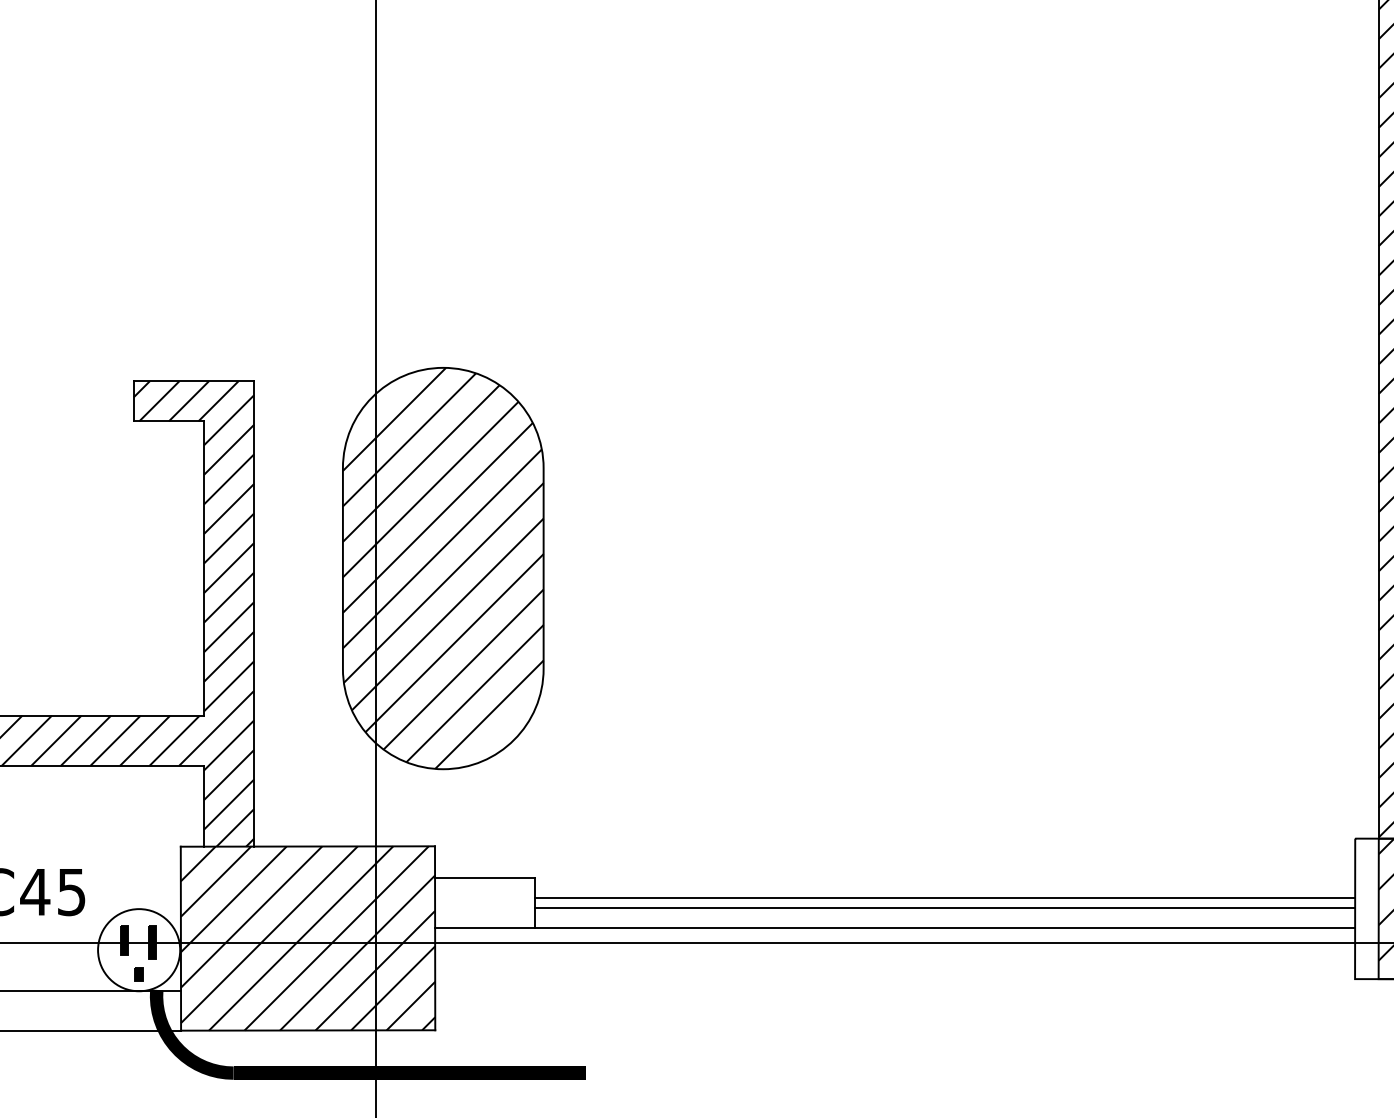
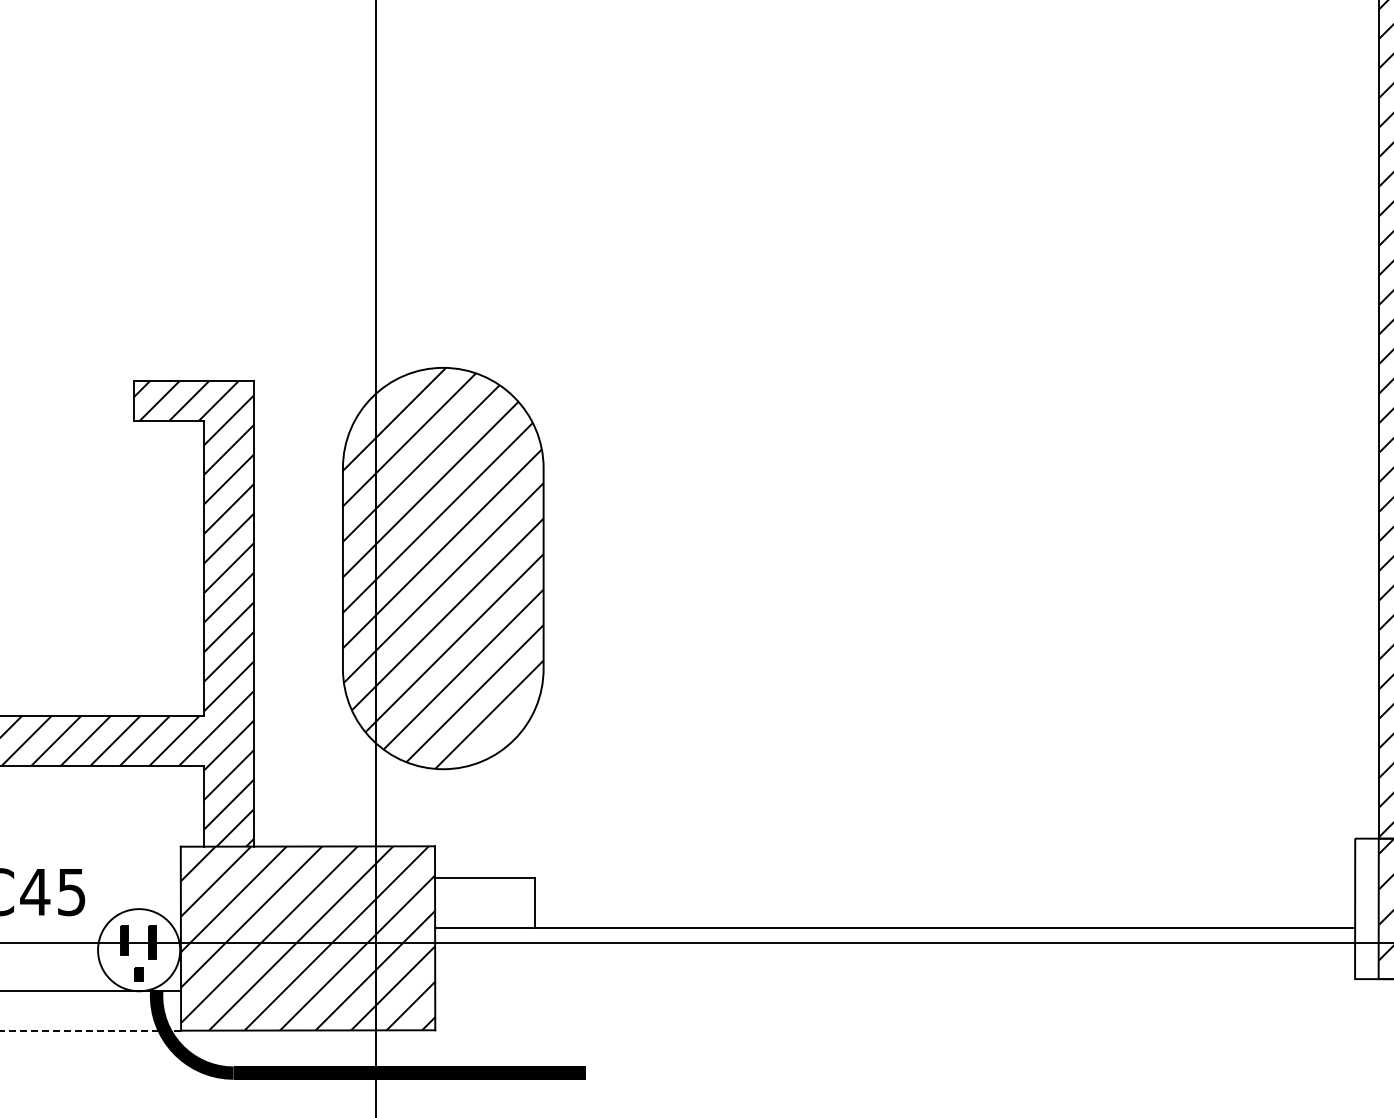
line at (945, 898): present -> none
line at (945, 908): present -> none
line at (90, 1030): solid -> dashed
